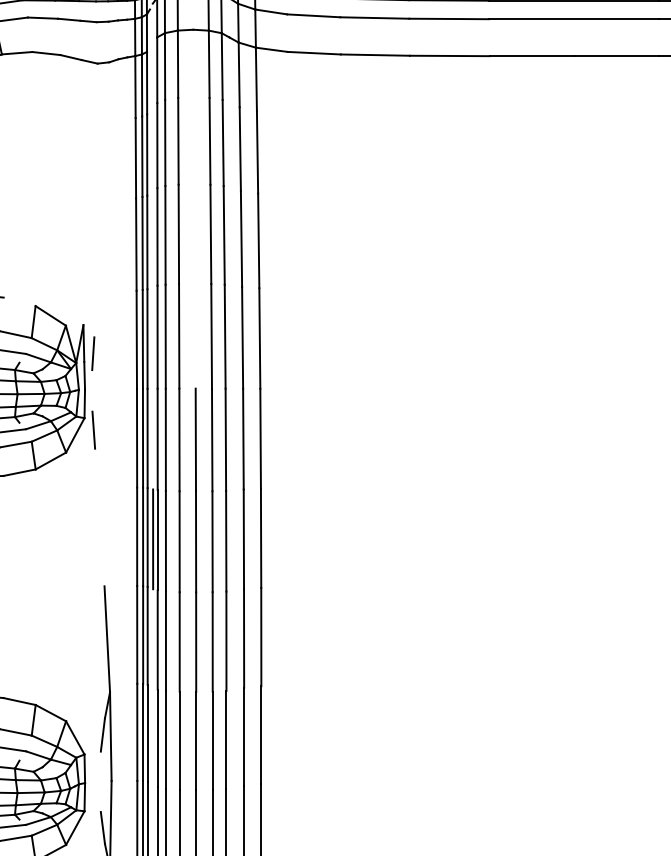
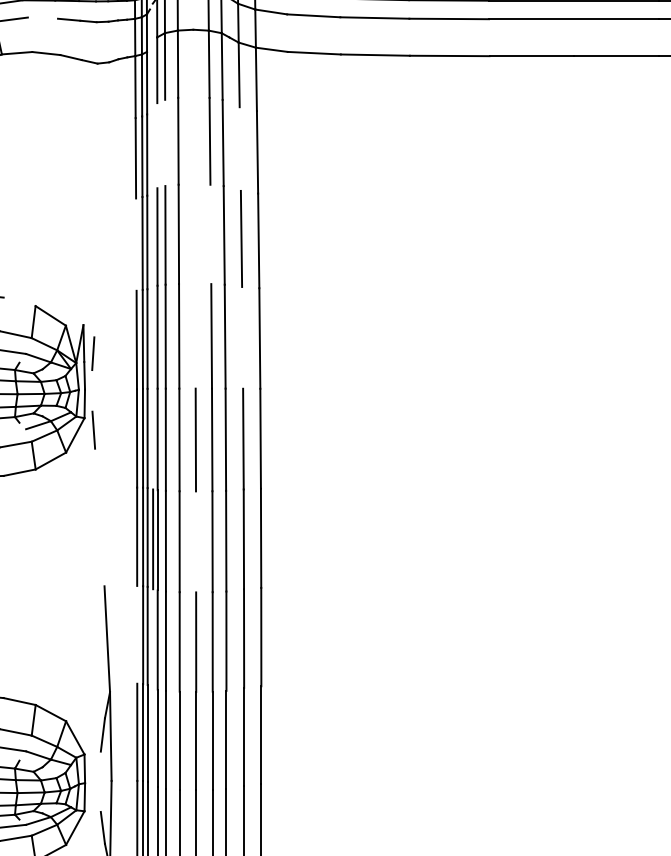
line at (42, 17): present -> none
line at (165, 142): present -> none
line at (157, 145): present -> none
line at (239, 148): present -> none
line at (210, 234): present -> none
line at (136, 244): present -> none
line at (242, 337): present -> none
line at (14, 430): present -> none
line at (196, 541): present -> none
line at (137, 634): present -> none
